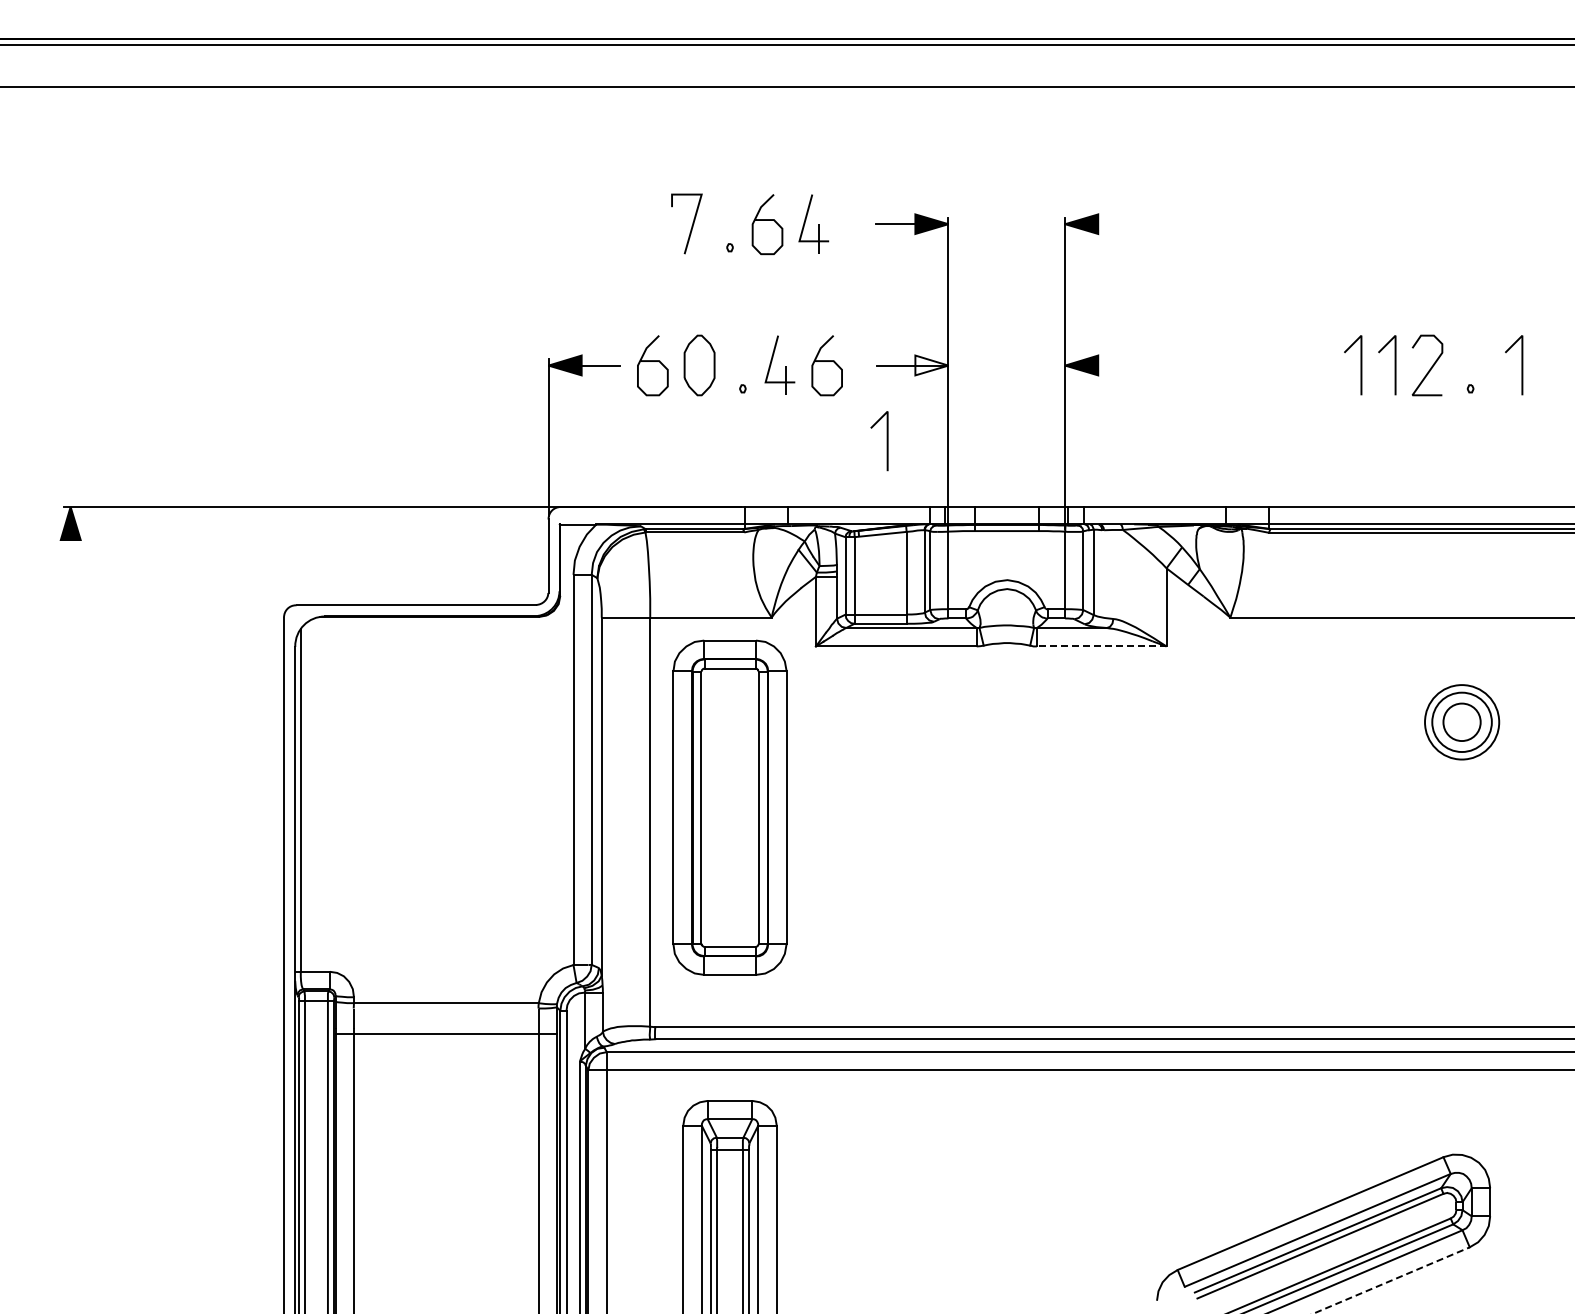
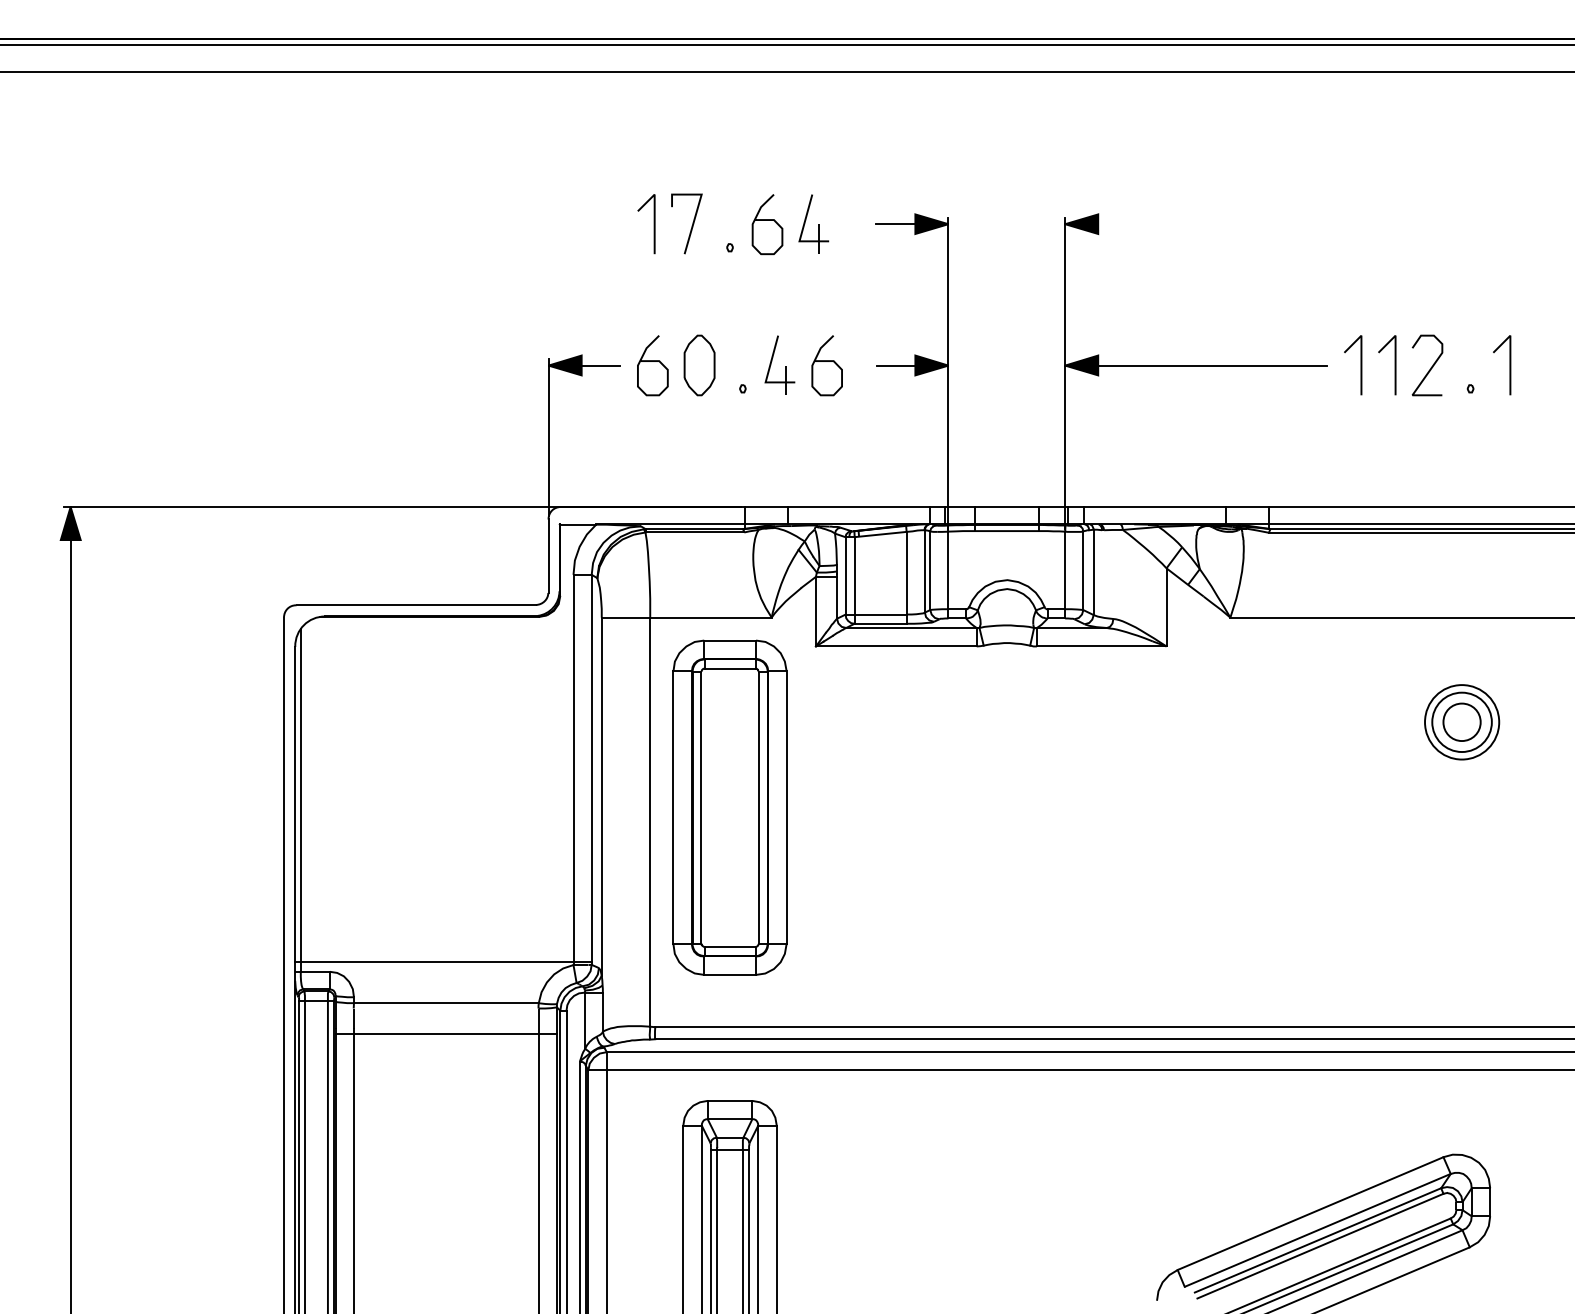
line at (786, 87) position: (786, 87) -> (786, 72)
fill at (931, 365): none -> present
line at (1195, 365): none -> present
line at (1521, 365) position: (1521, 365) -> (1509, 365)
line at (886, 441) position: (886, 441) -> (653, 224)
line at (1101, 646): dashed -> solid
line at (70, 908): none -> present
line at (443, 961): none -> present
line at (1391, 1280): dashed -> solid
